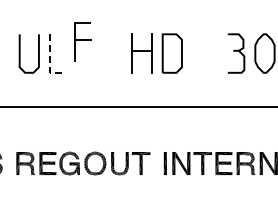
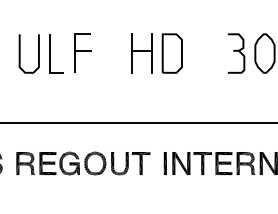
part at (82, 41) position: (82, 41) -> (82, 52)
line at (49, 60): dashed -> solid
line at (138, 106) position: (138, 106) -> (138, 122)
